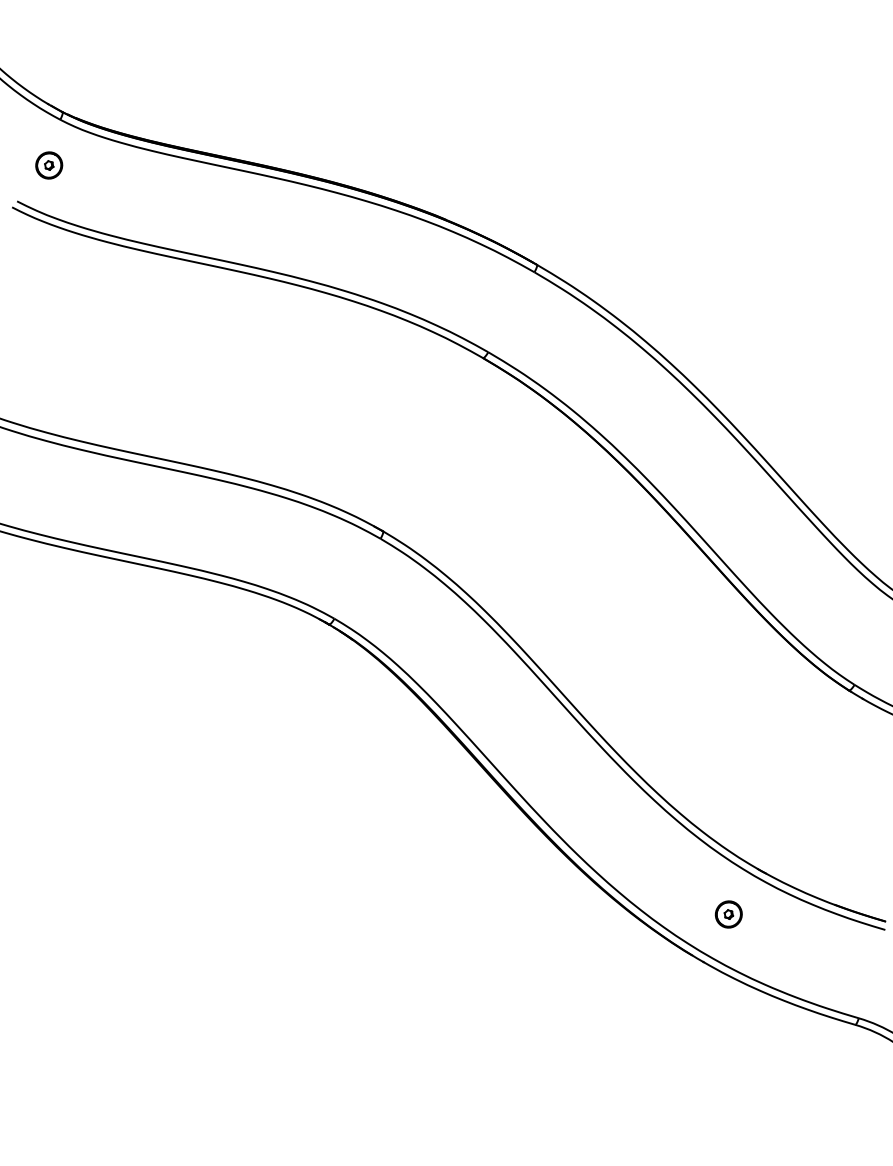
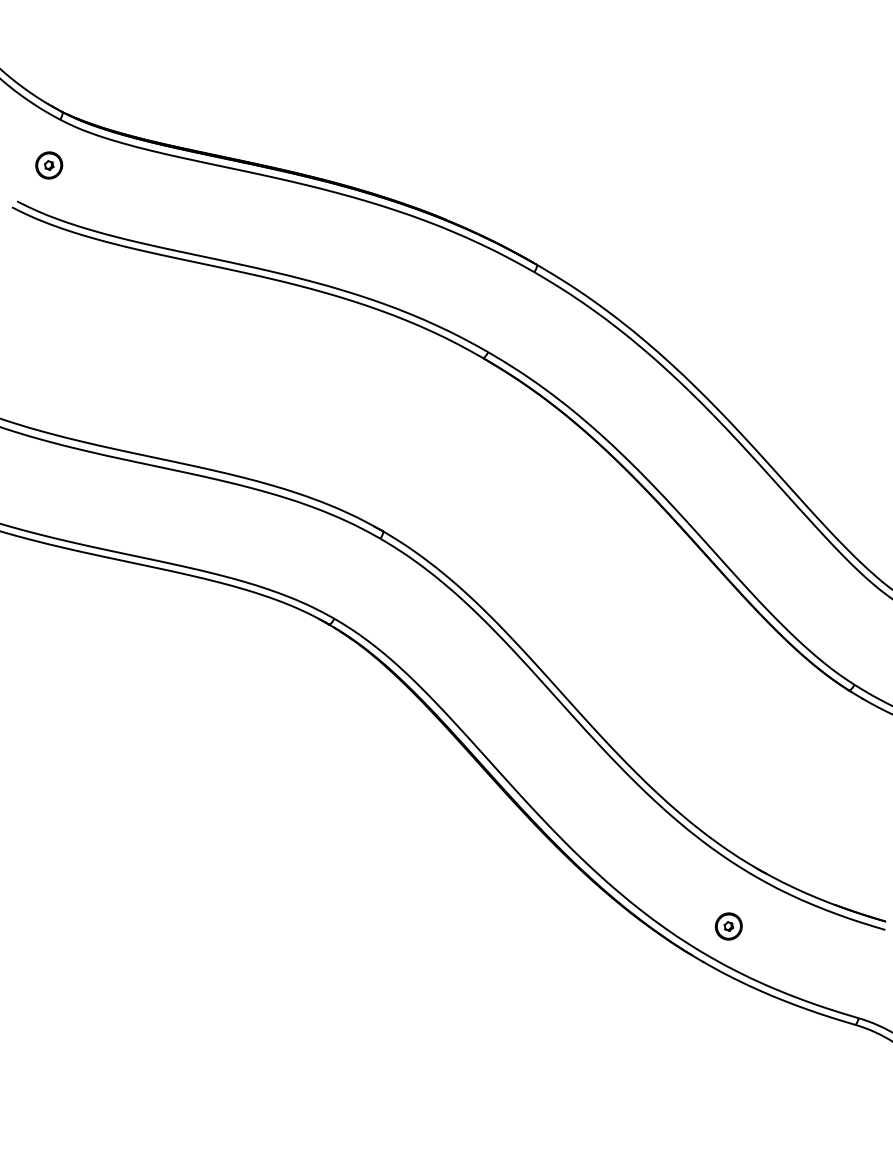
part at (728, 914) position: (728, 914) -> (728, 926)
